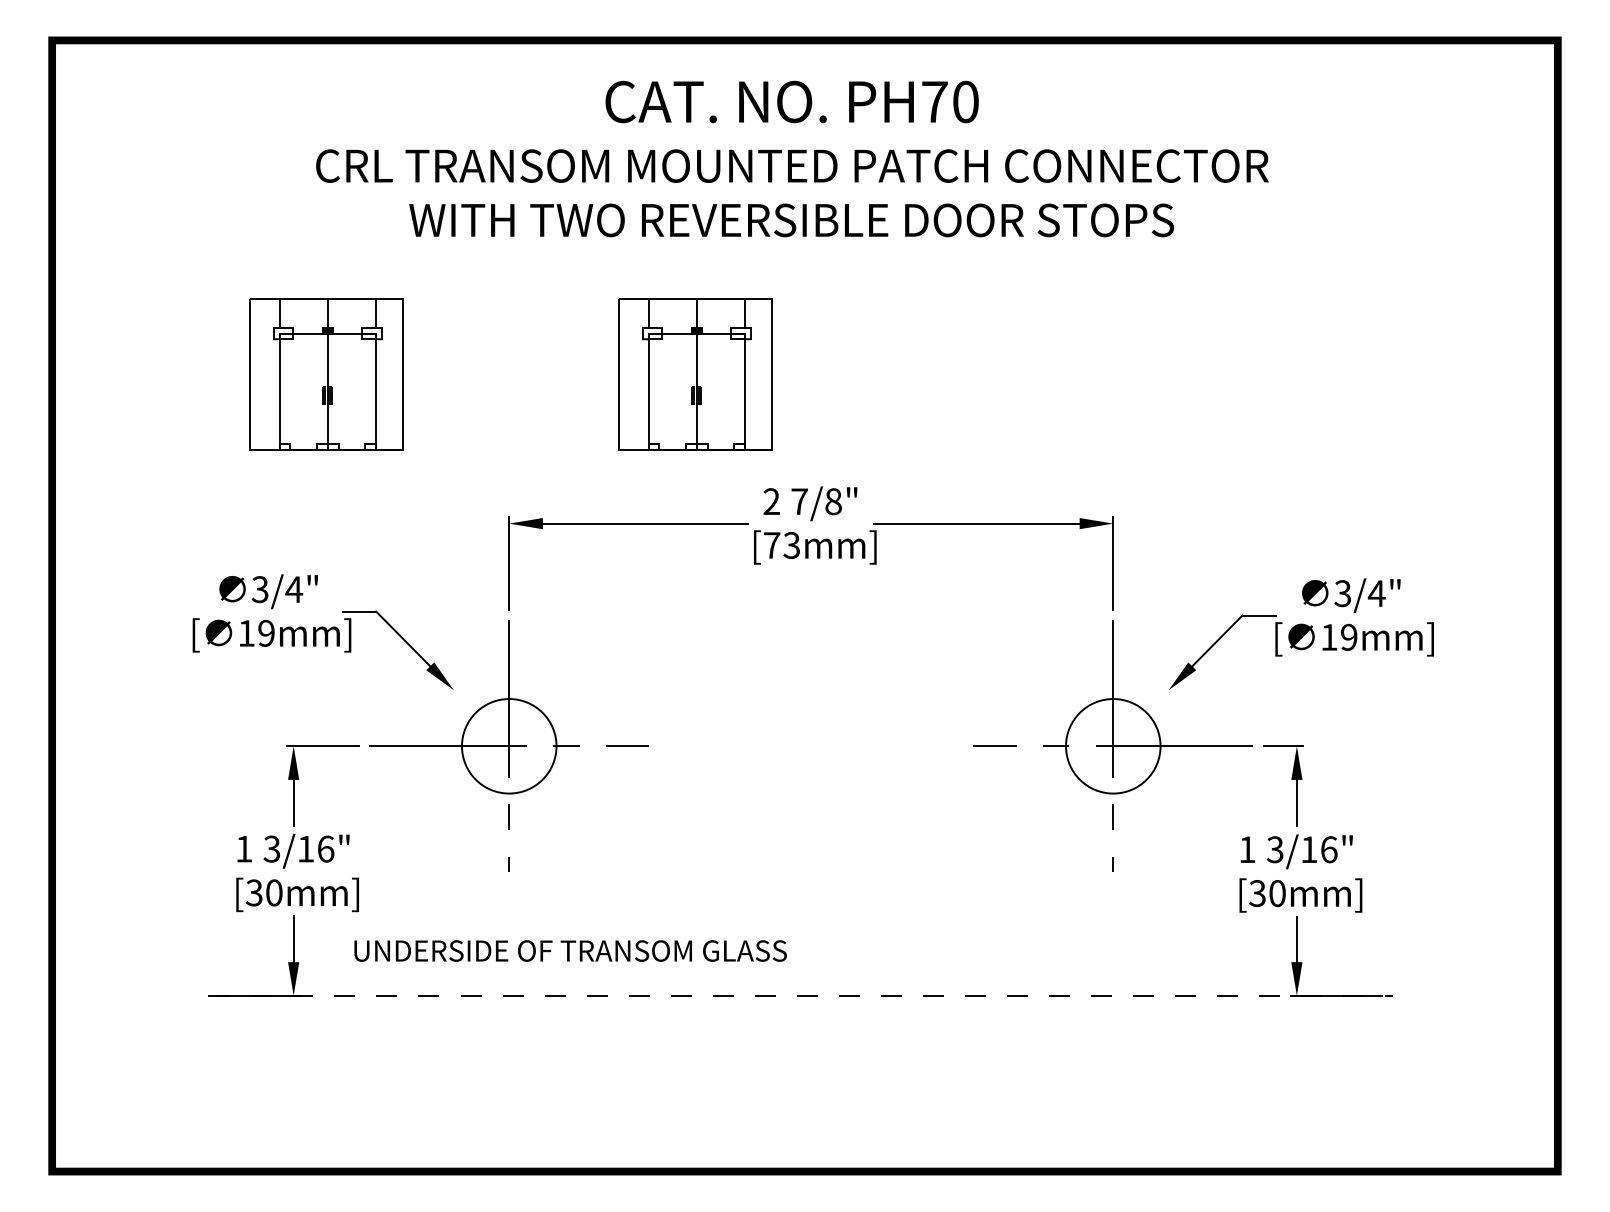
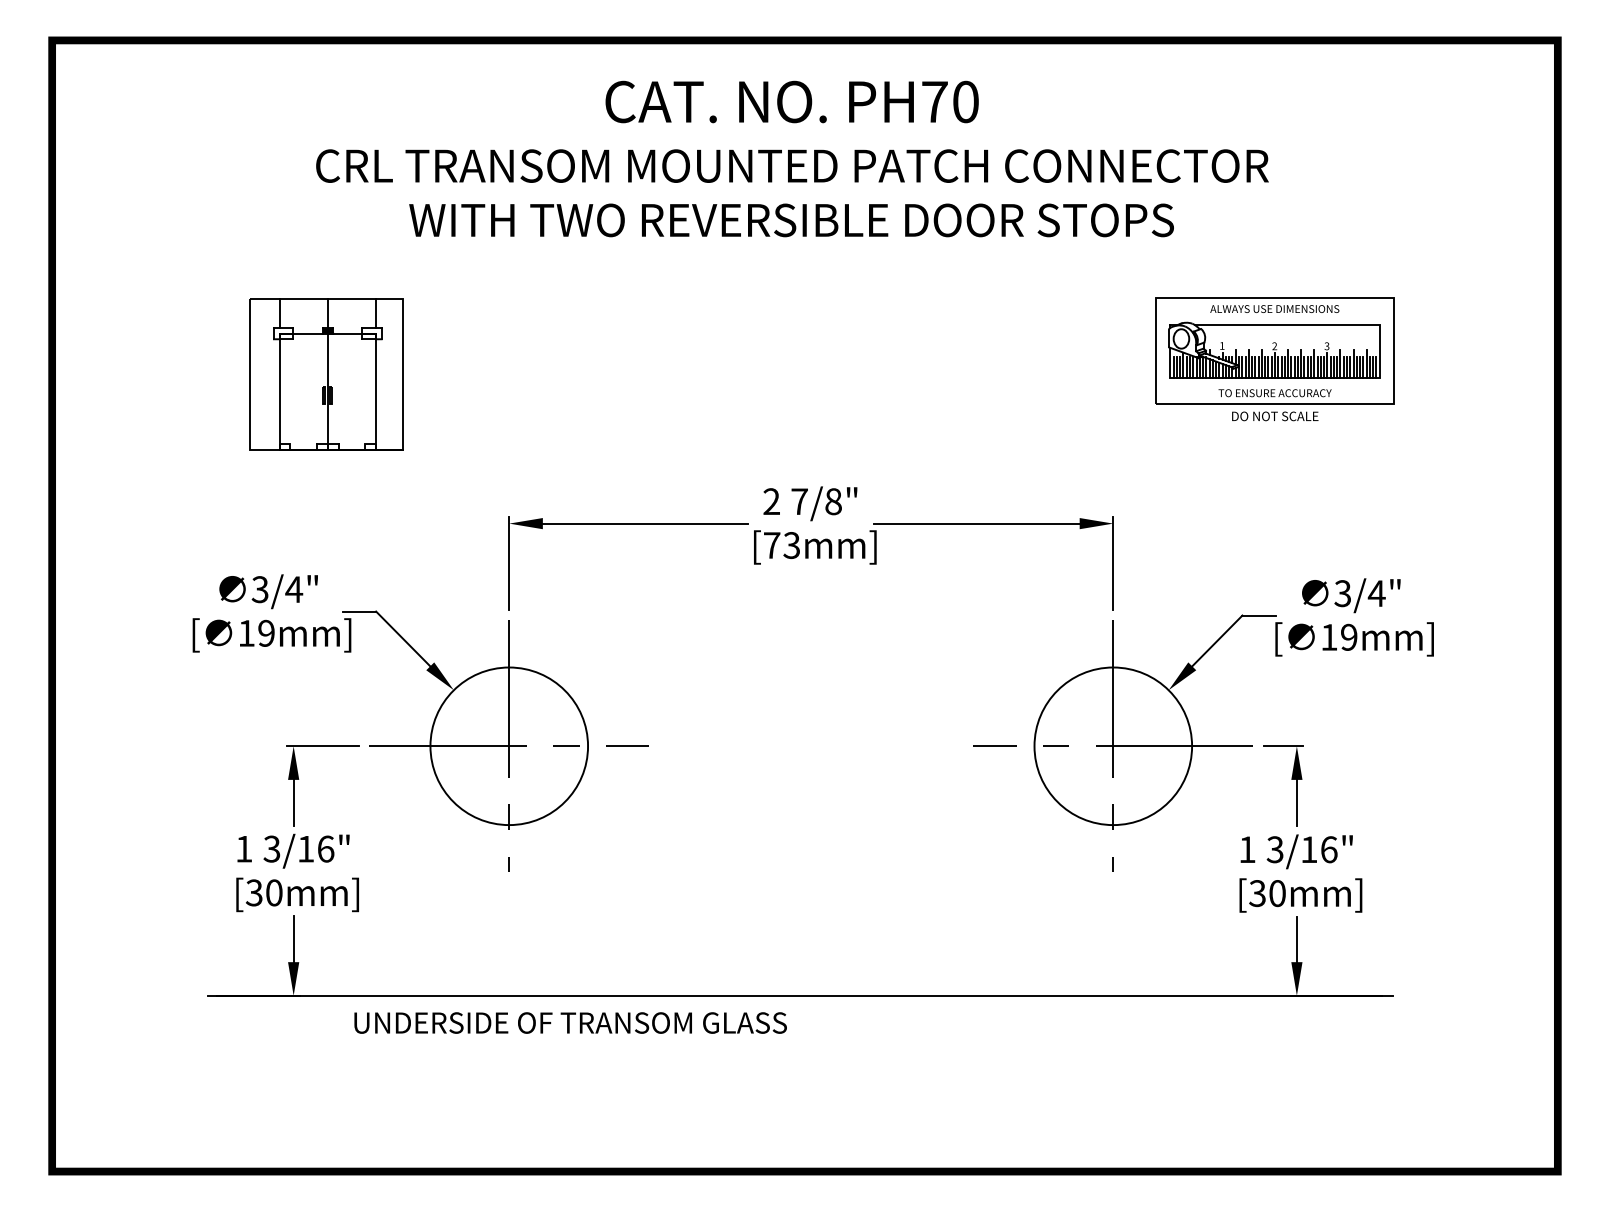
part at (1274, 359): none -> present
part at (695, 374): present -> none
circle at (508, 746) diameter: 95 px -> 158 px
circle at (1113, 746) diameter: 95 px -> 158 px
text at (570, 950) position: (570, 950) -> (570, 1022)
line at (801, 995): dashed -> solid
